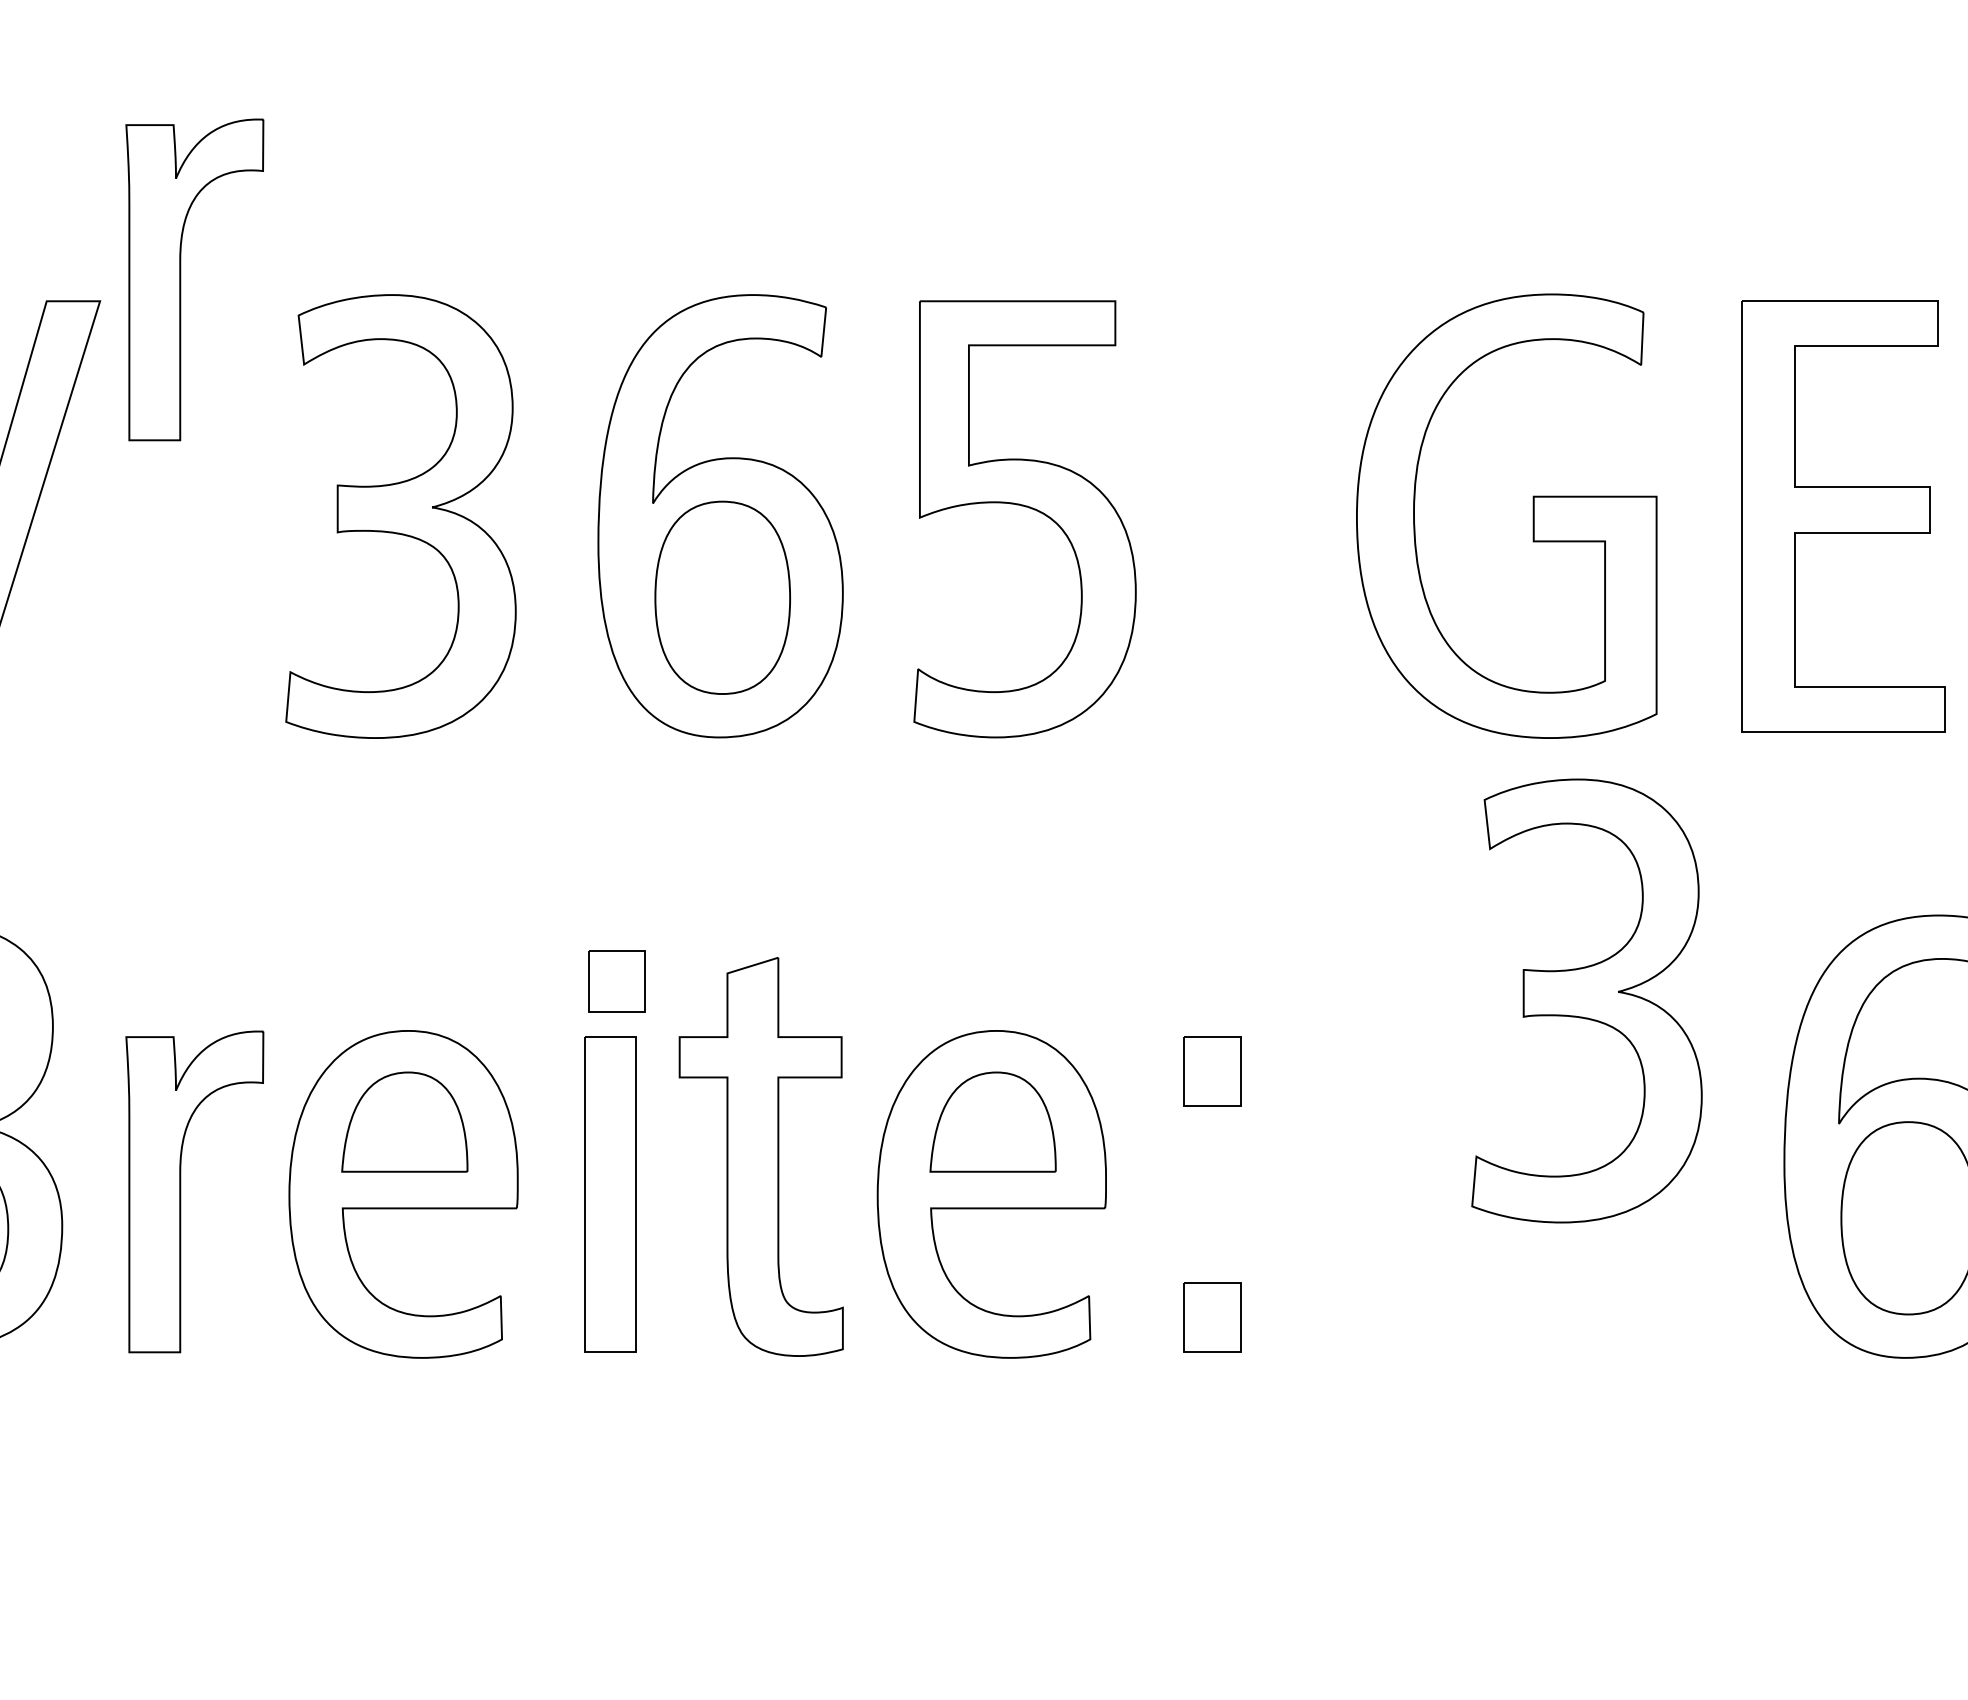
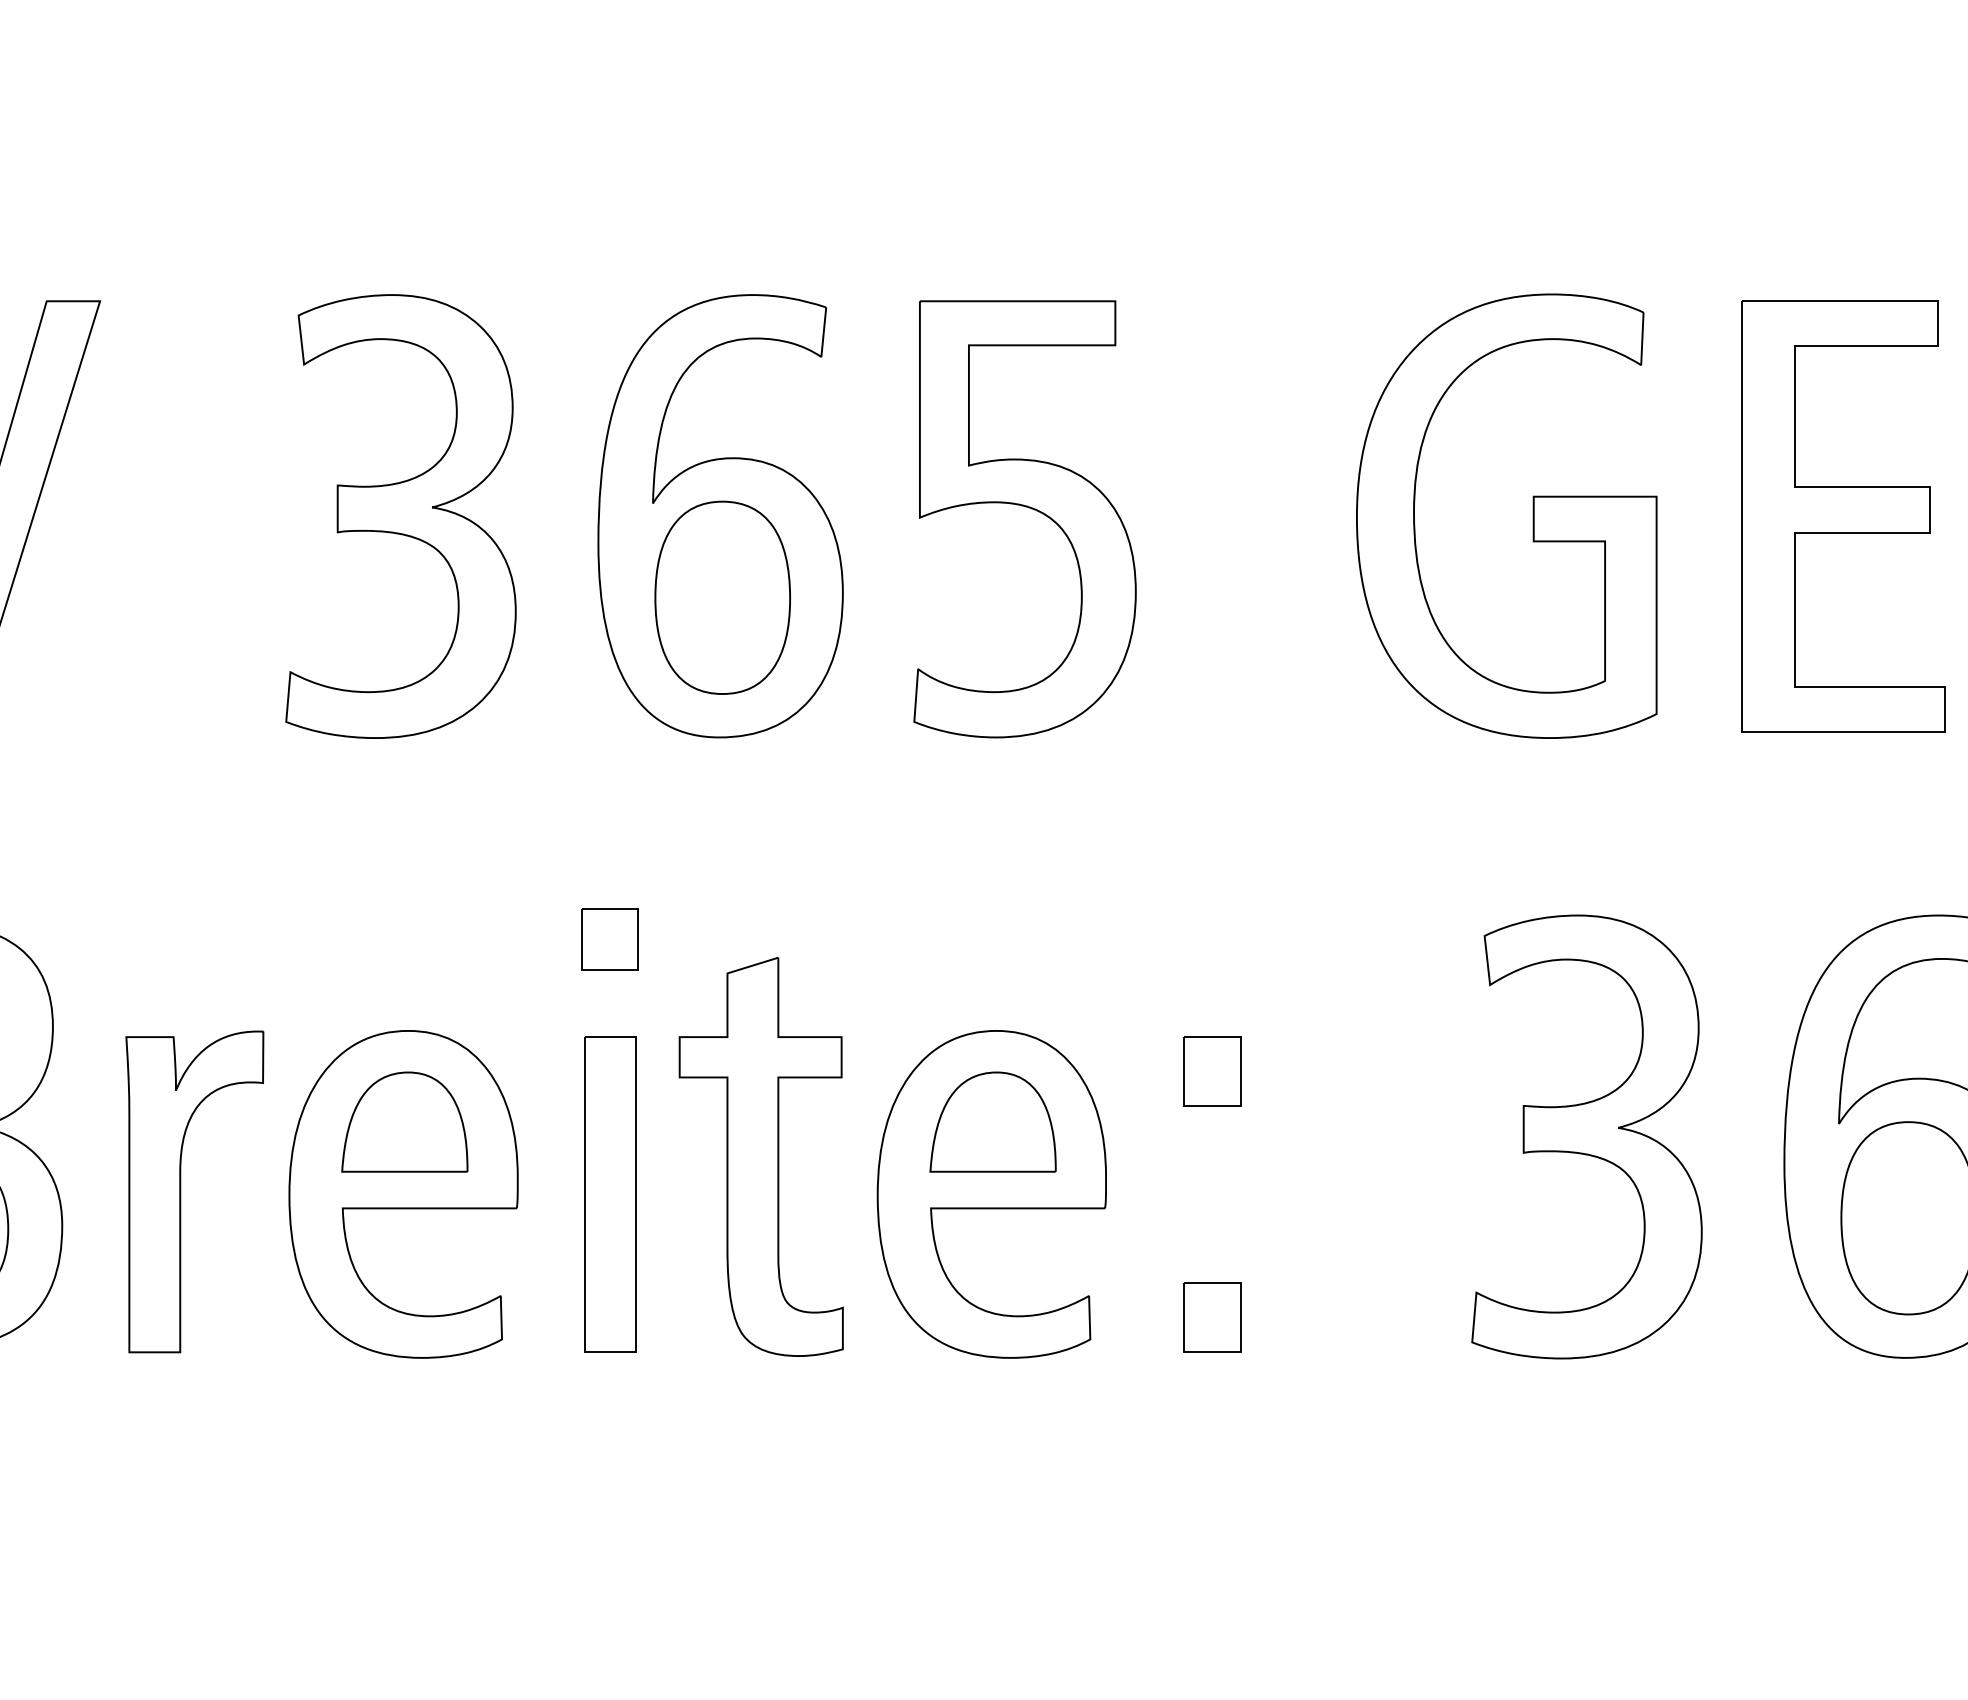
part at (181, 279): present -> none
part at (616, 981) position: (616, 981) -> (609, 939)
part at (1586, 1000) position: (1586, 1000) -> (1586, 1136)
